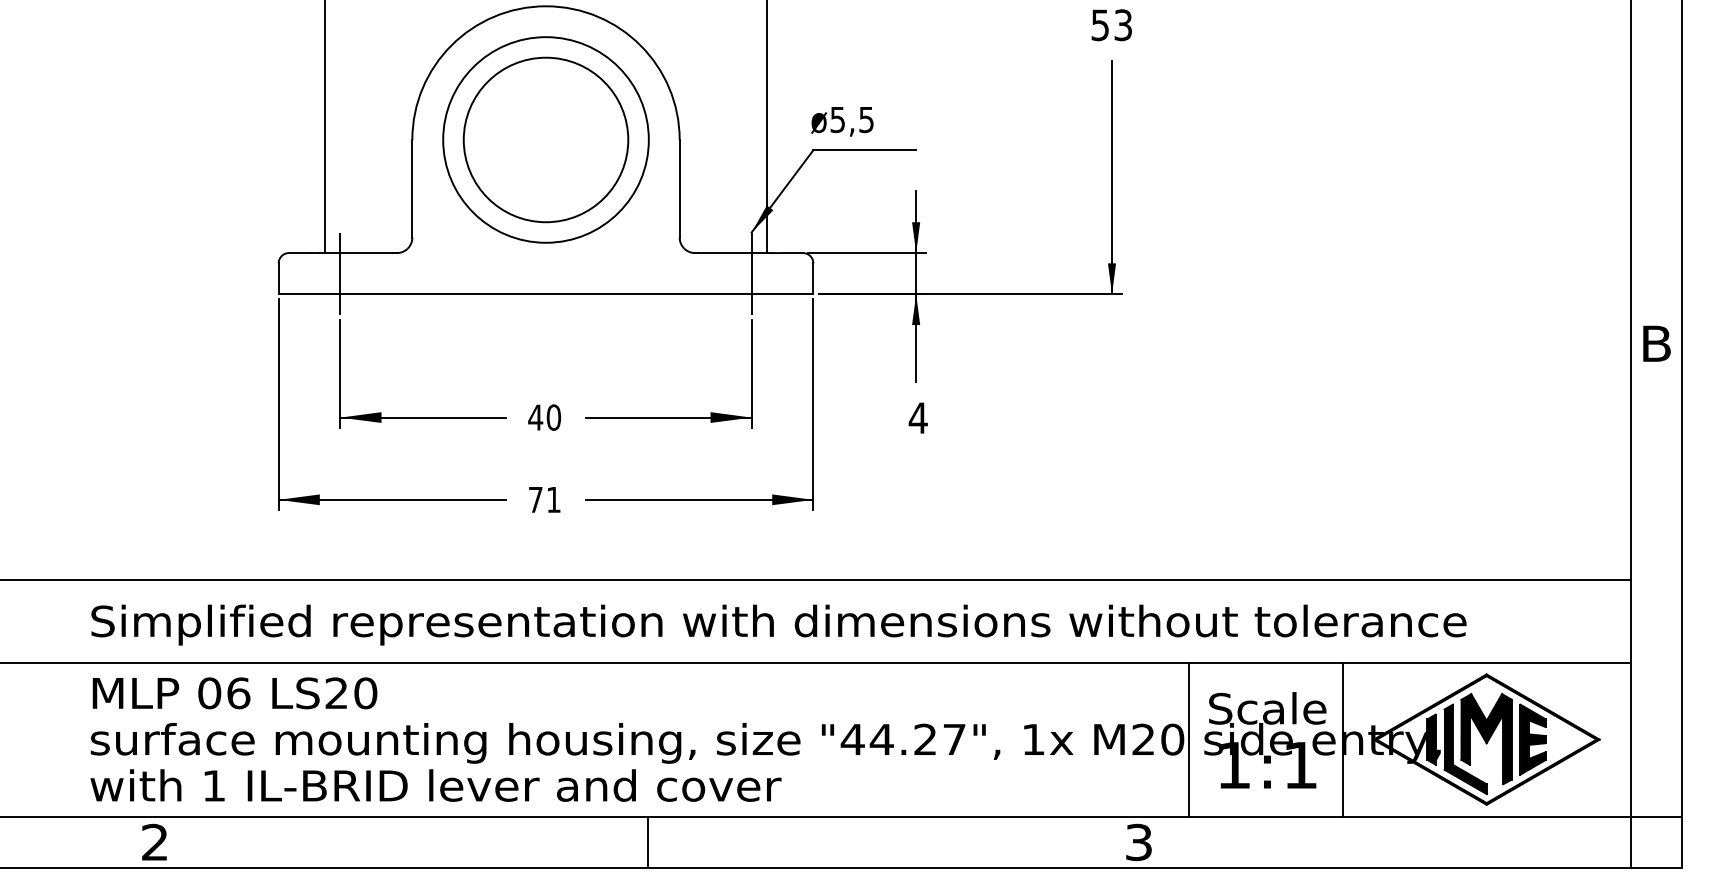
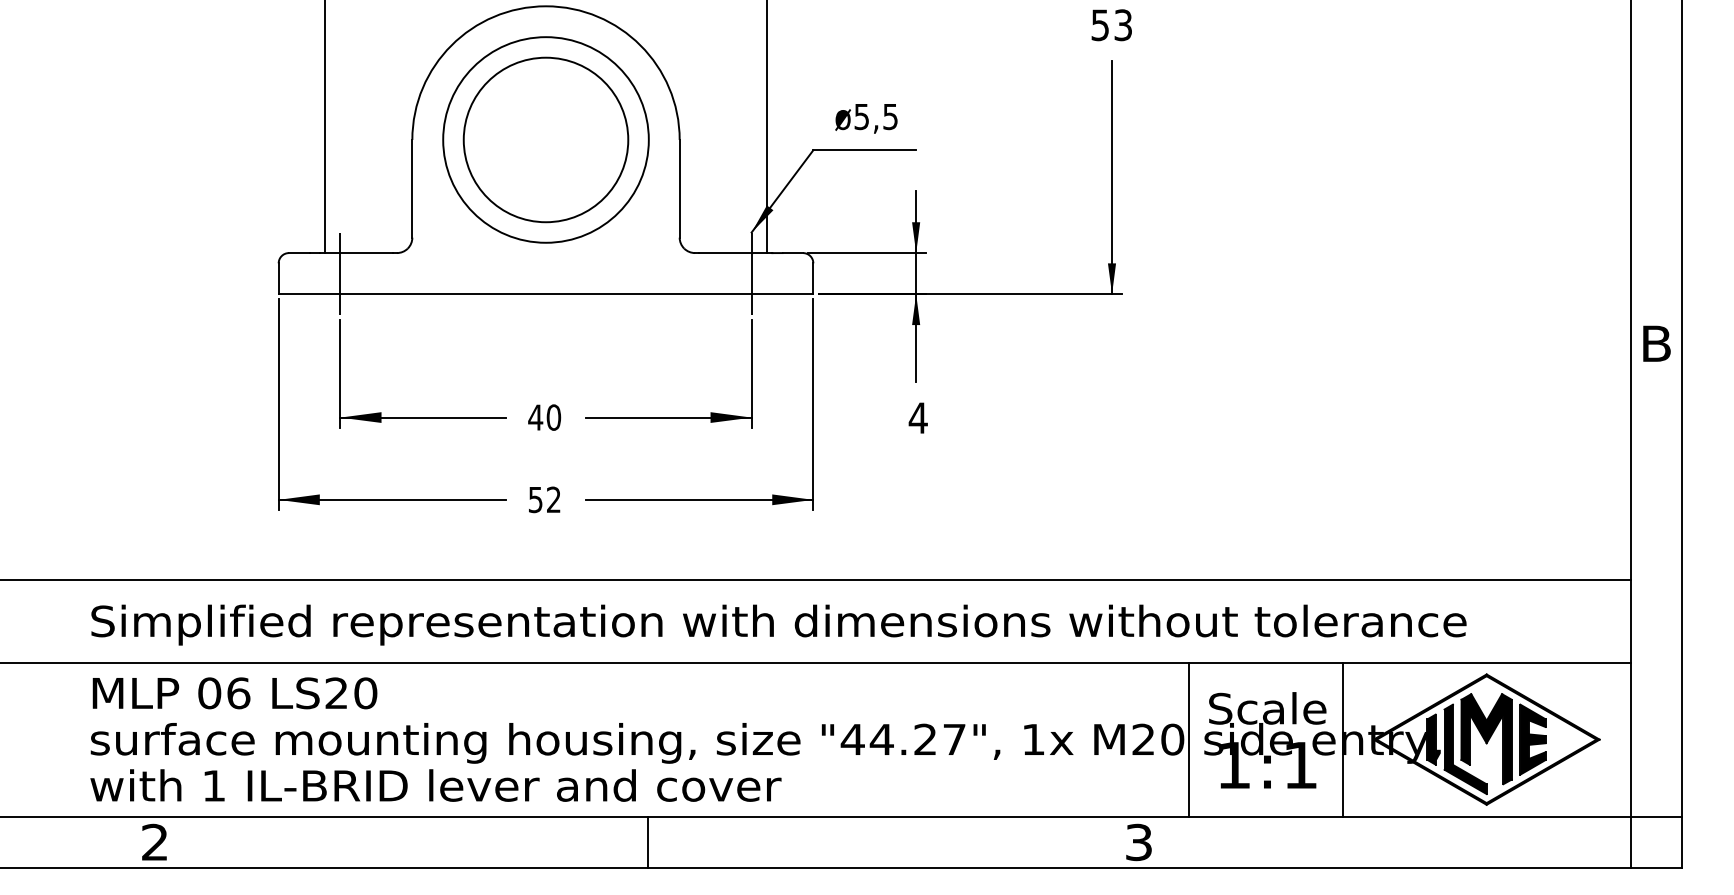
text at (842, 121) position: (842, 121) -> (866, 118)
text at (544, 499): 71 -> 52
